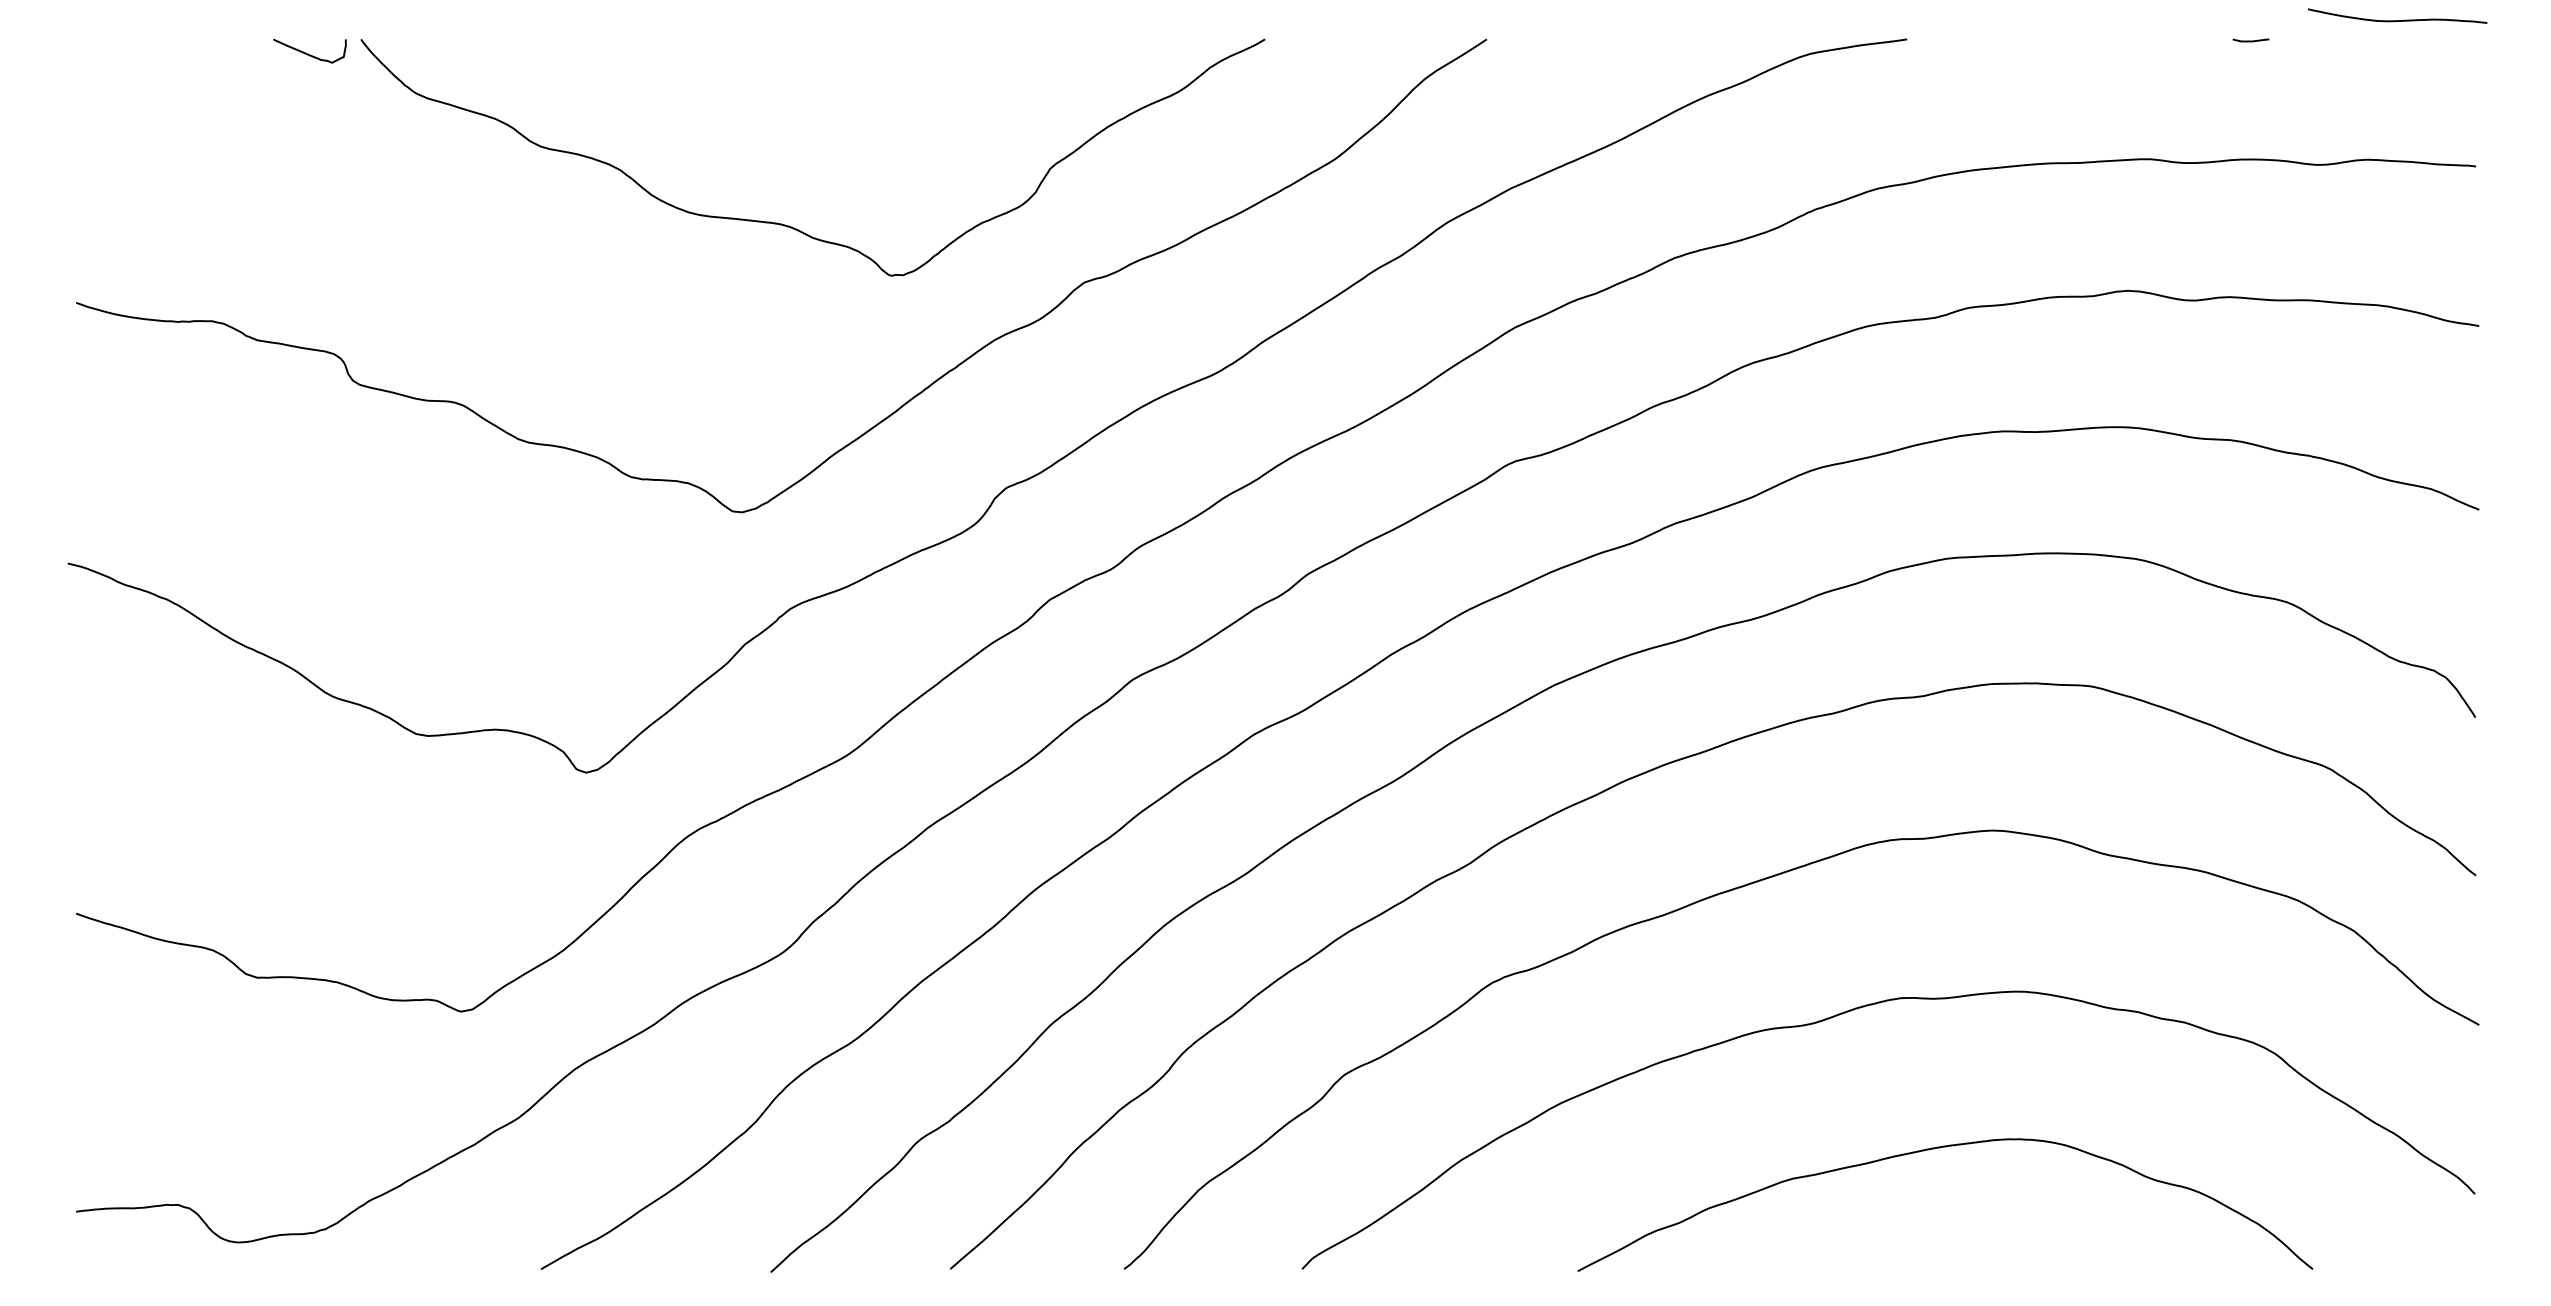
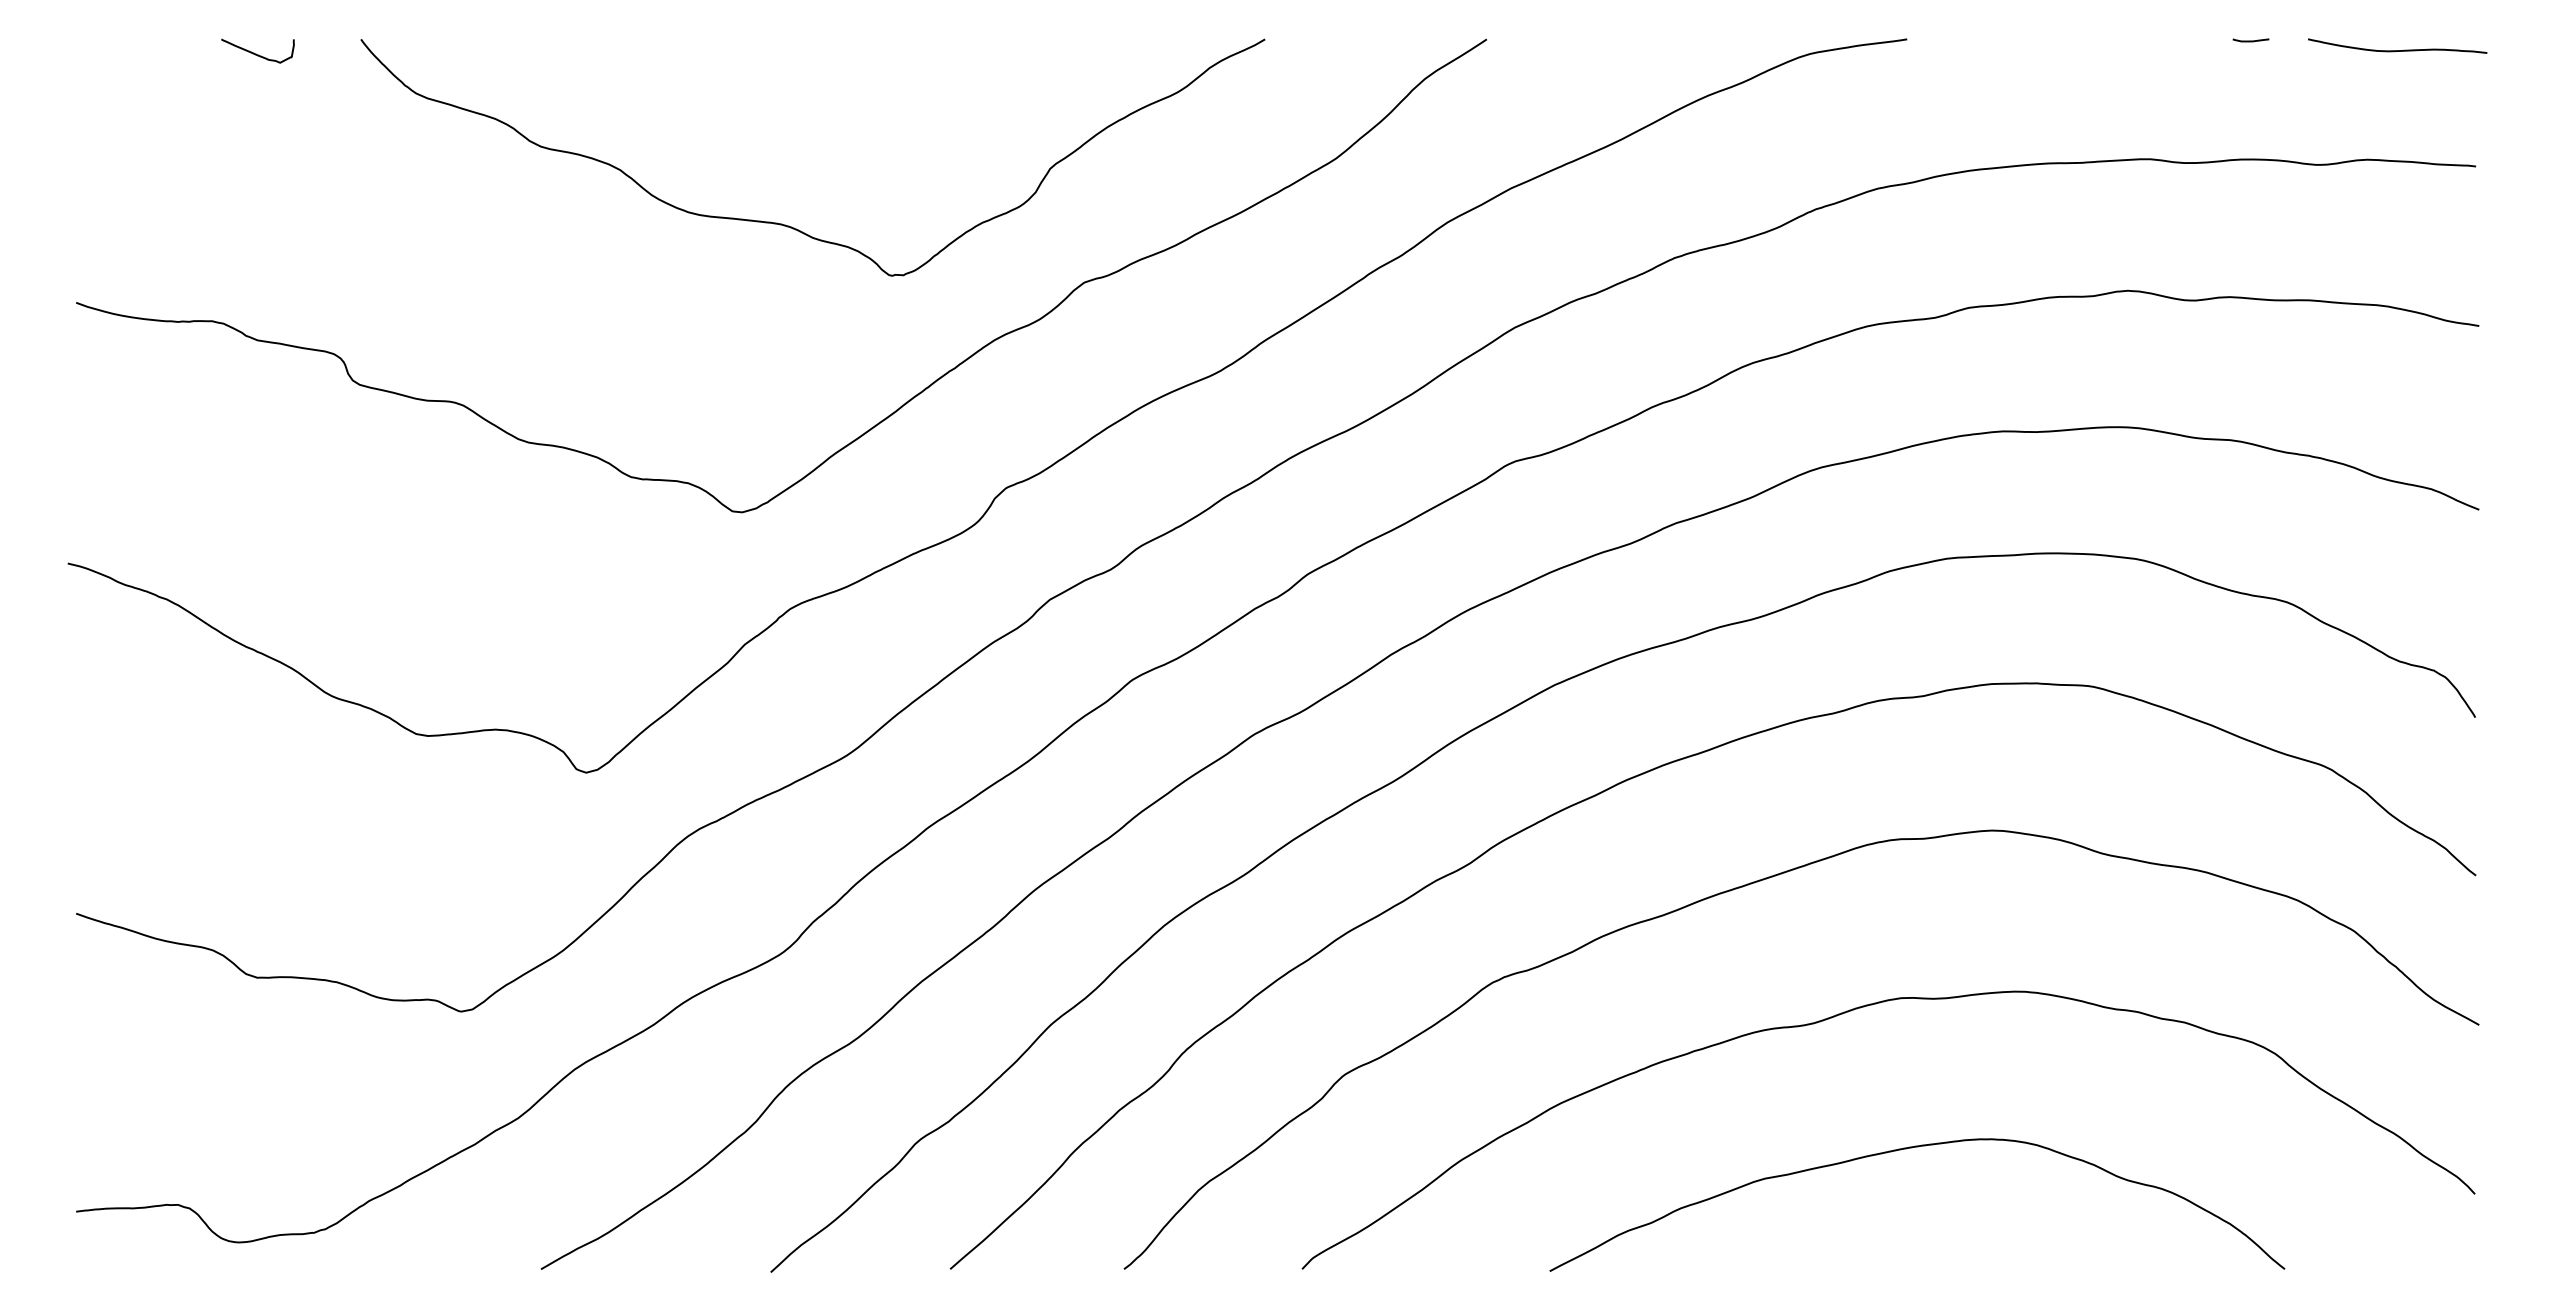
curve at (2397, 20) position: (2397, 20) -> (2397, 50)
curve at (308, 53) position: (308, 53) -> (256, 53)
curve at (1934, 1149) position: (1934, 1149) -> (1906, 1149)
